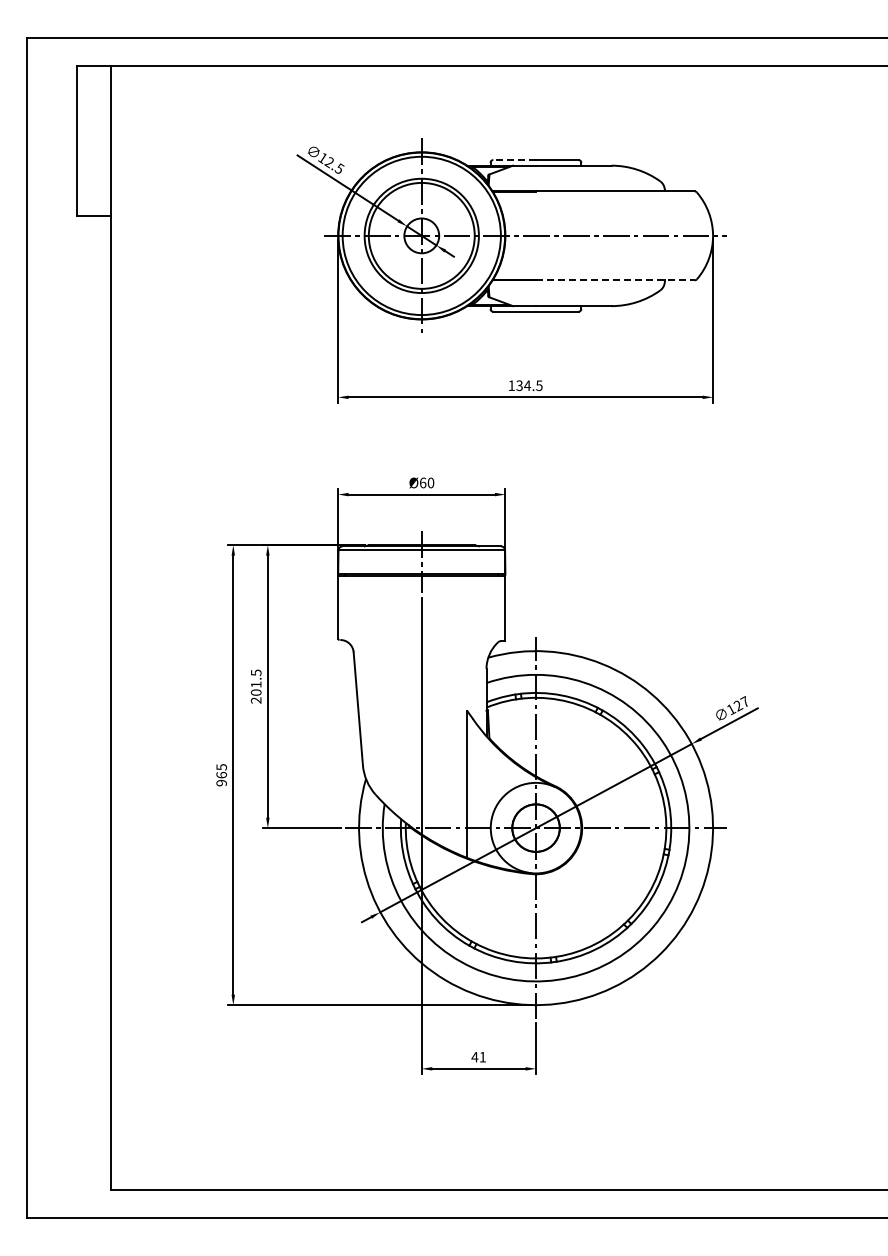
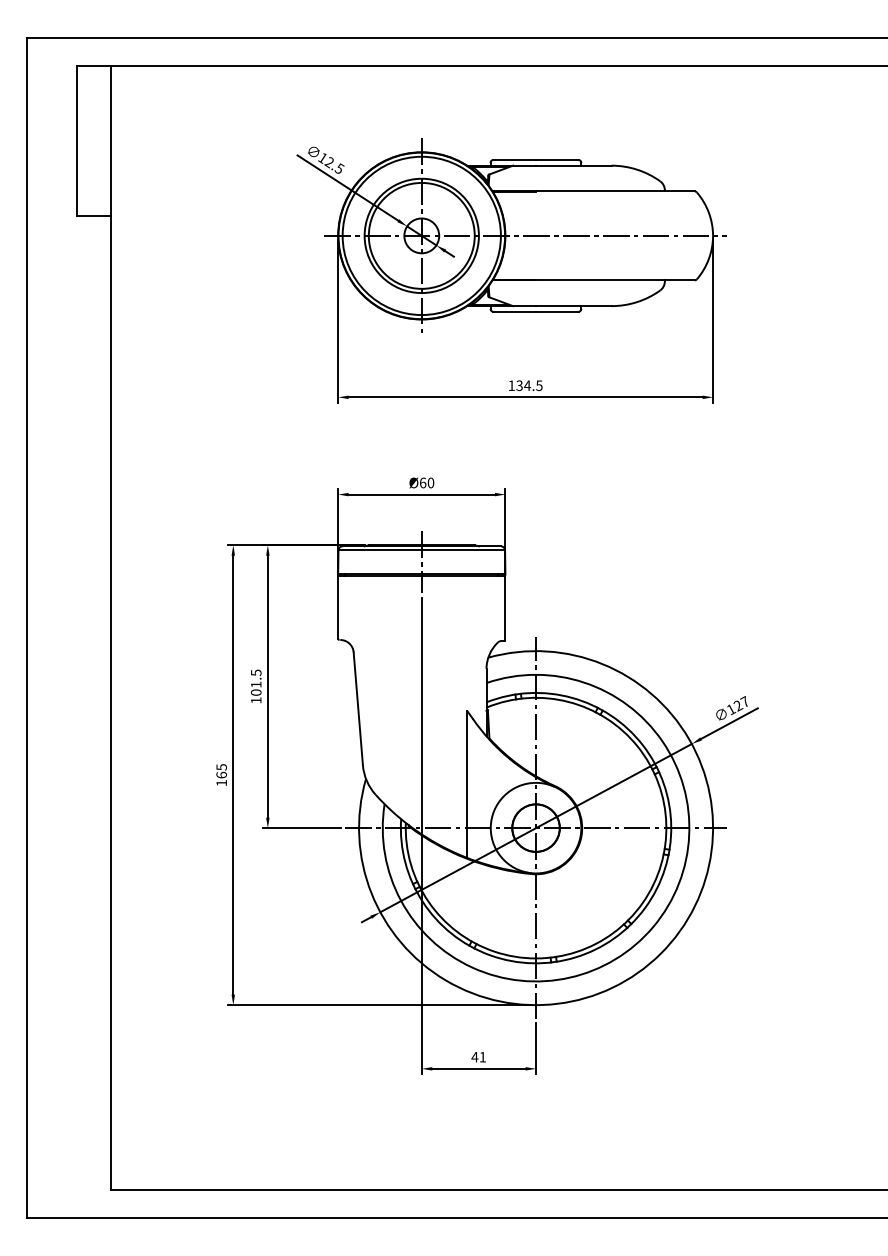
line at (514, 160): dashed -> solid
line at (615, 280): dashed -> solid
text at (255, 700): 201.5 -> 101.5
text at (221, 783): 965 -> 165
